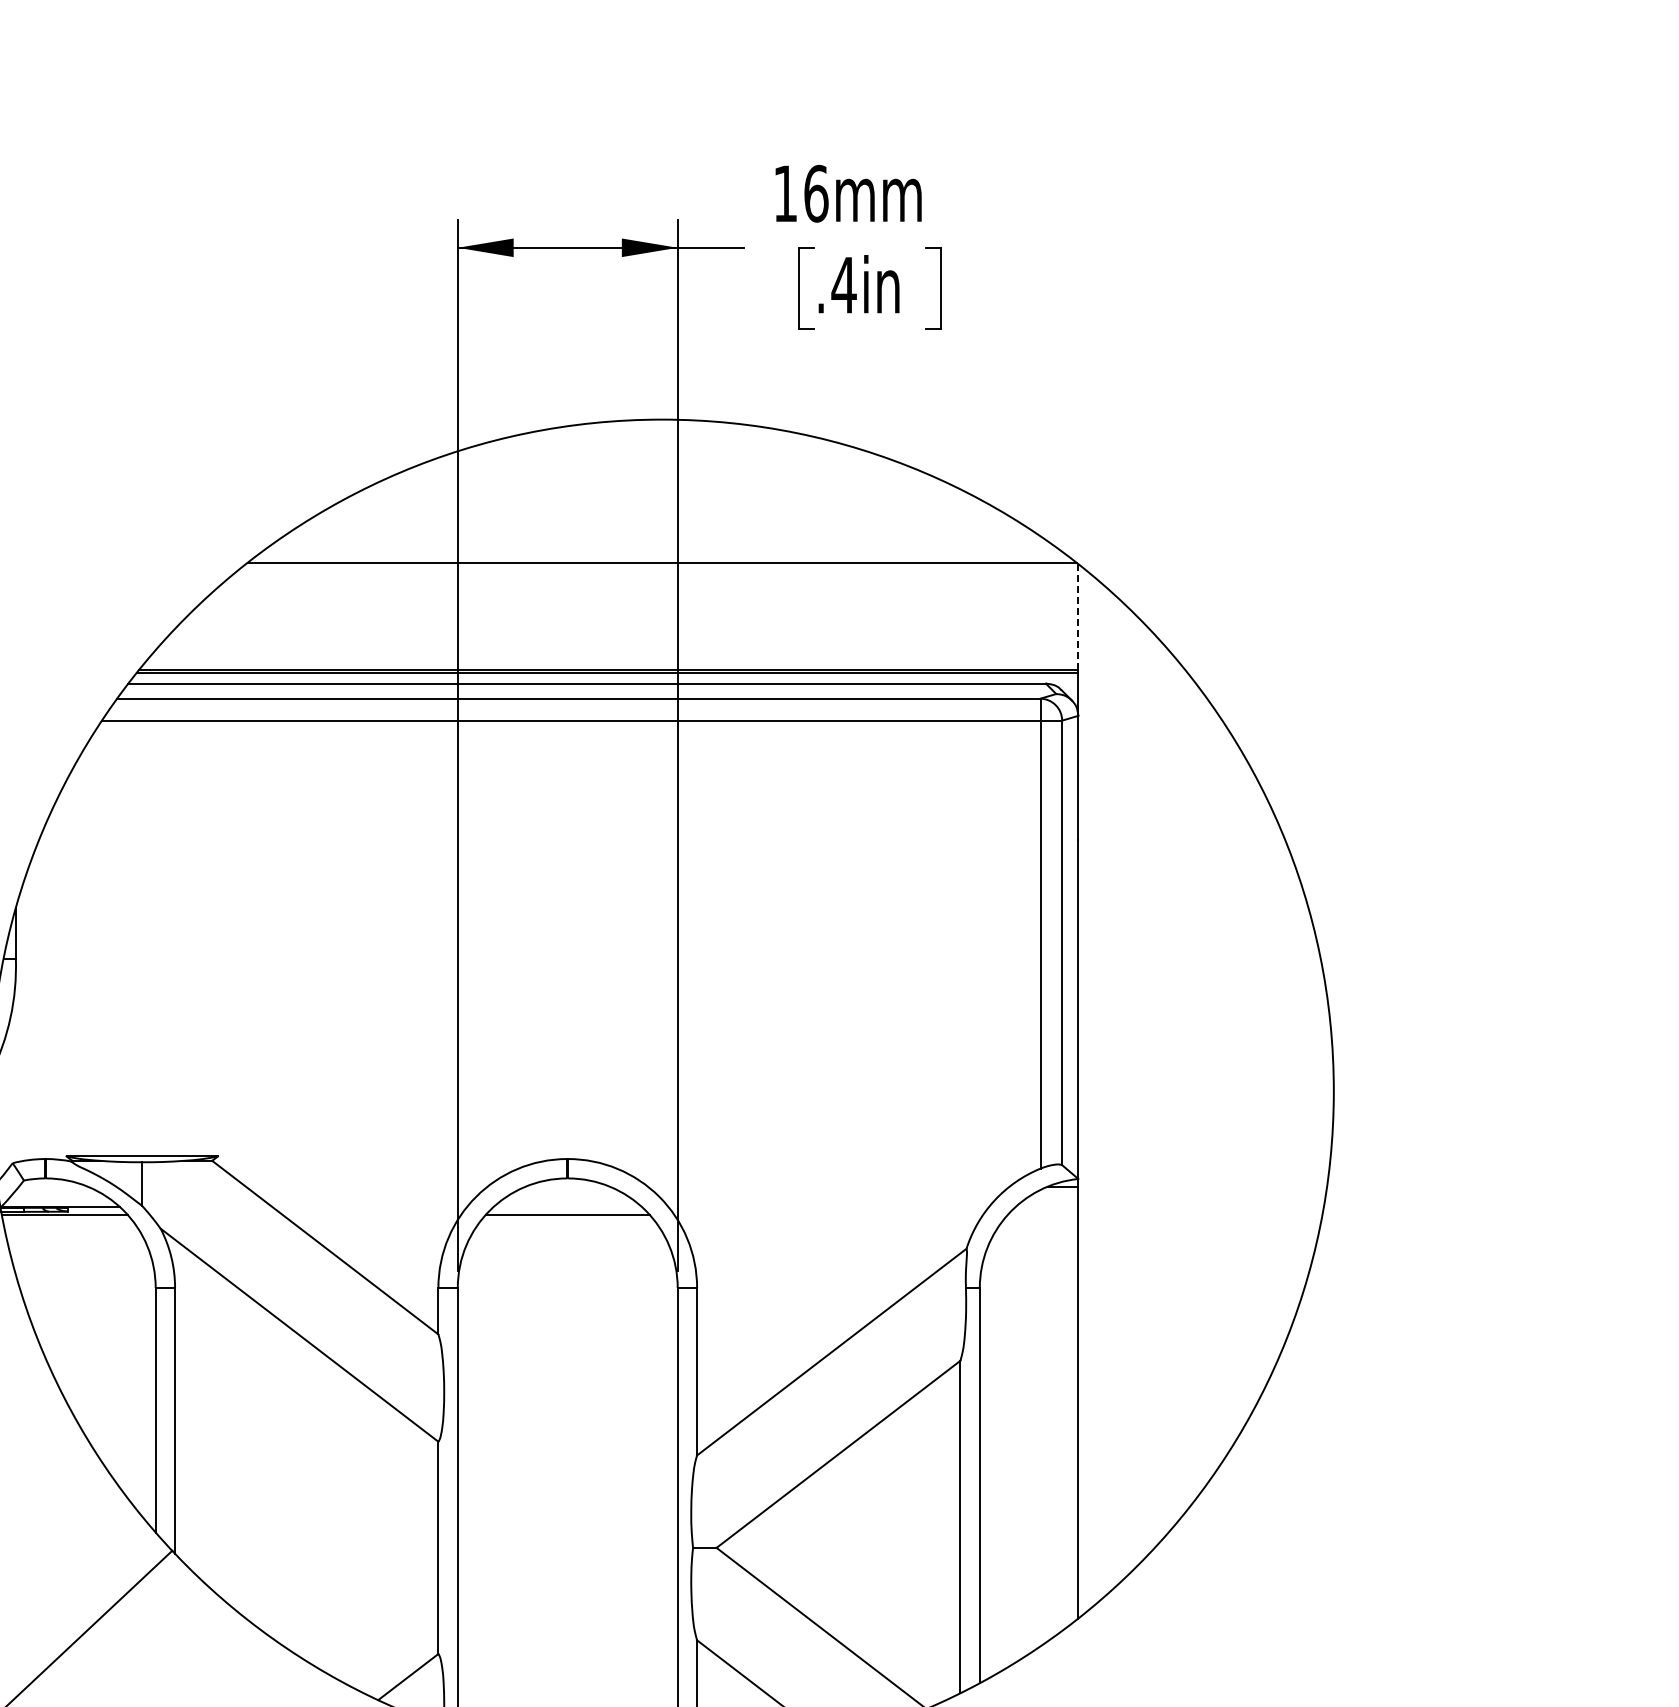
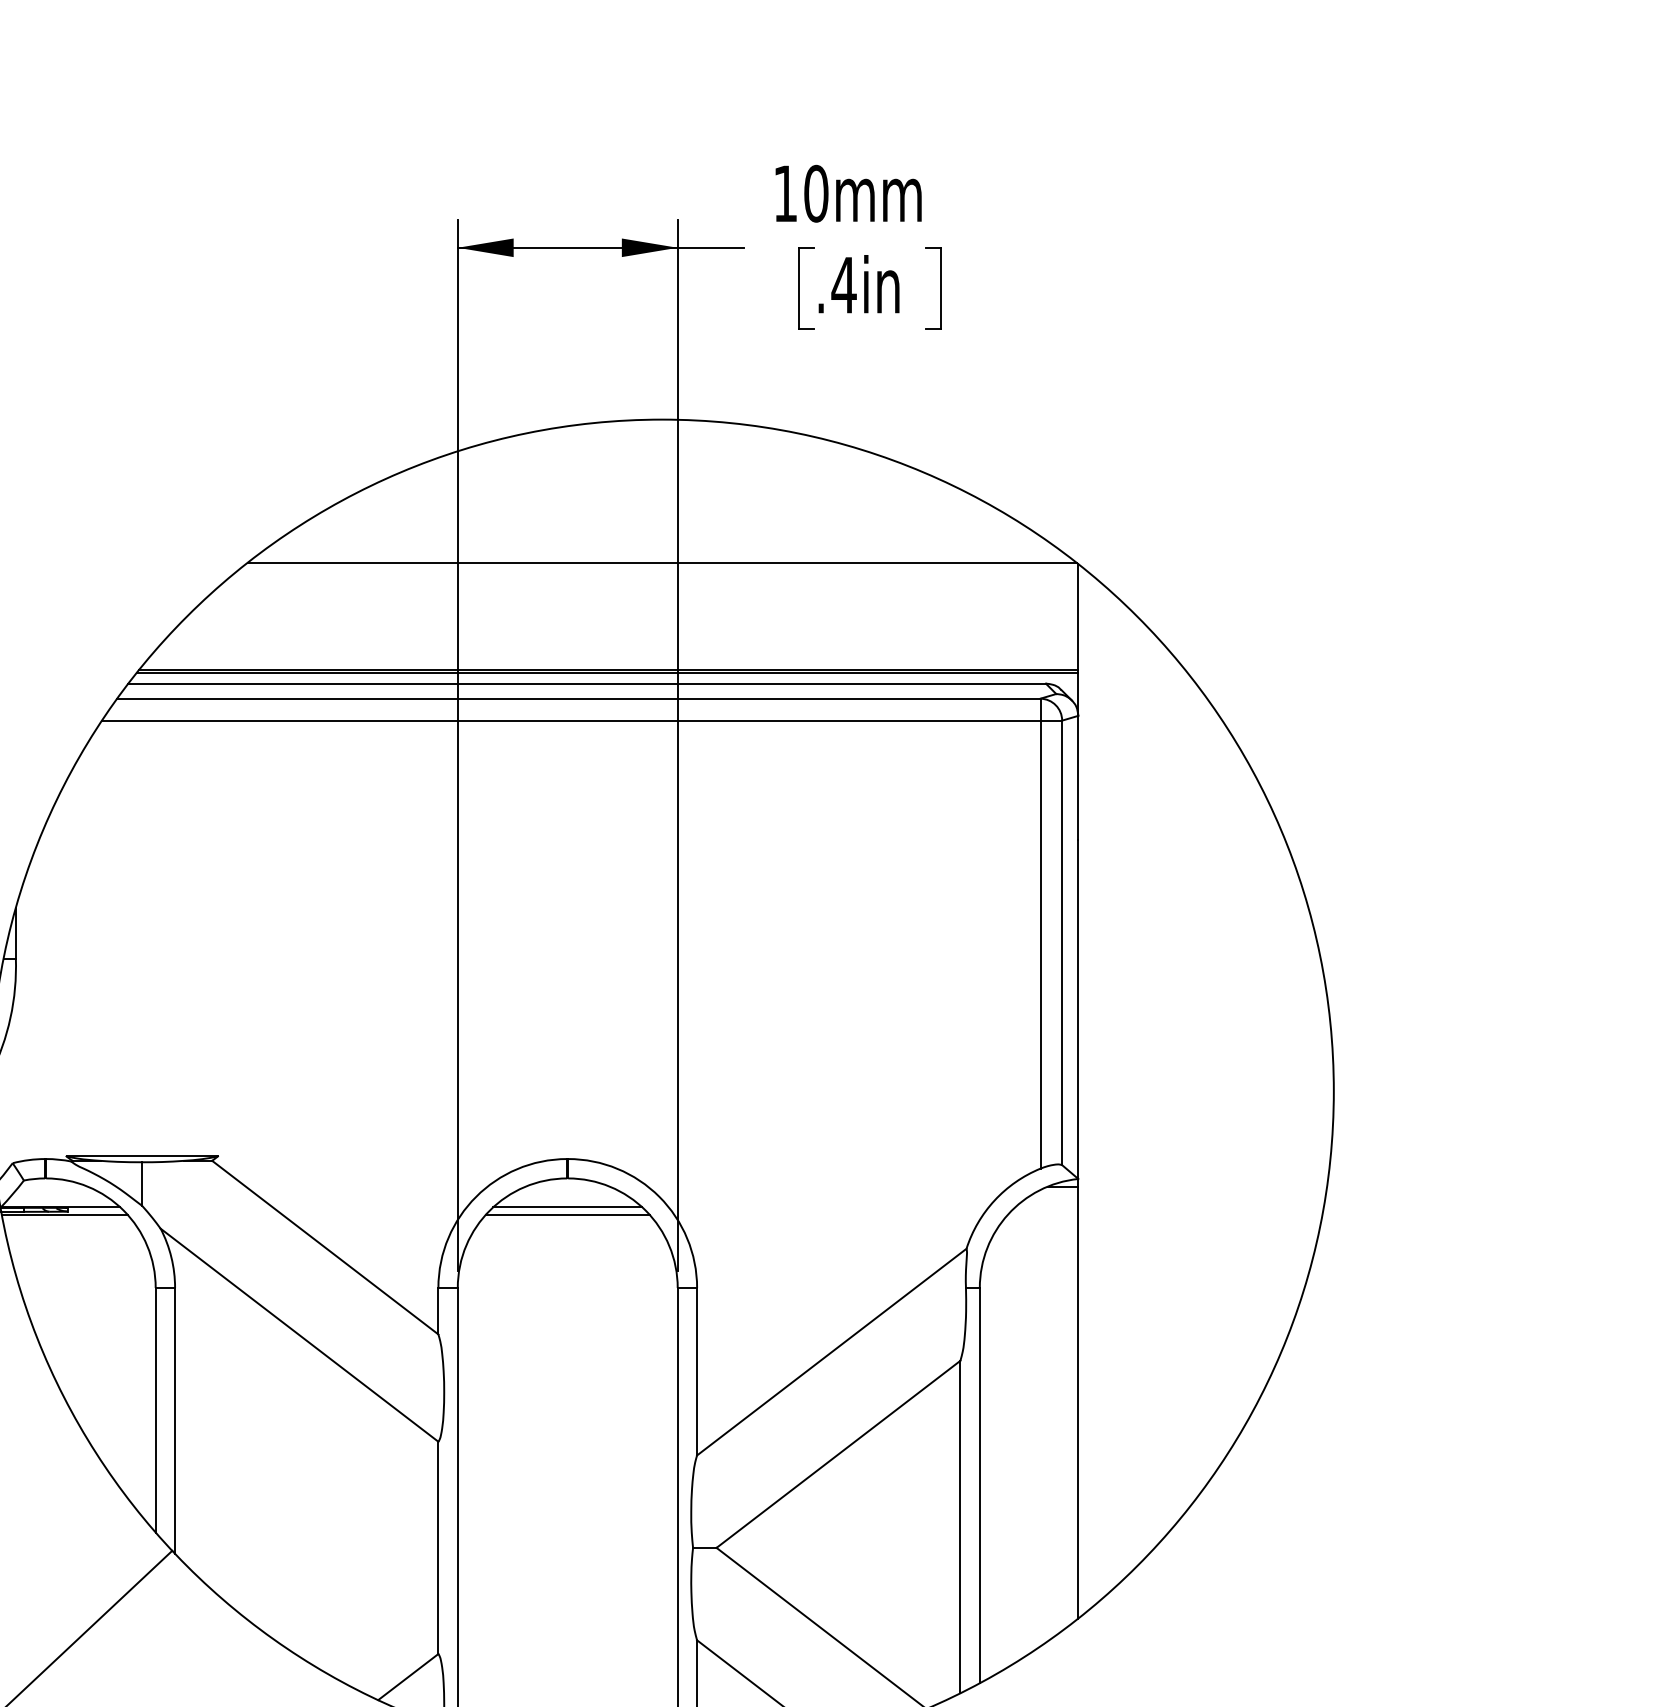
text at (816, 193): 16mm -> 10mm
line at (1078, 617): dashed -> solid
line at (567, 1207): none -> present
